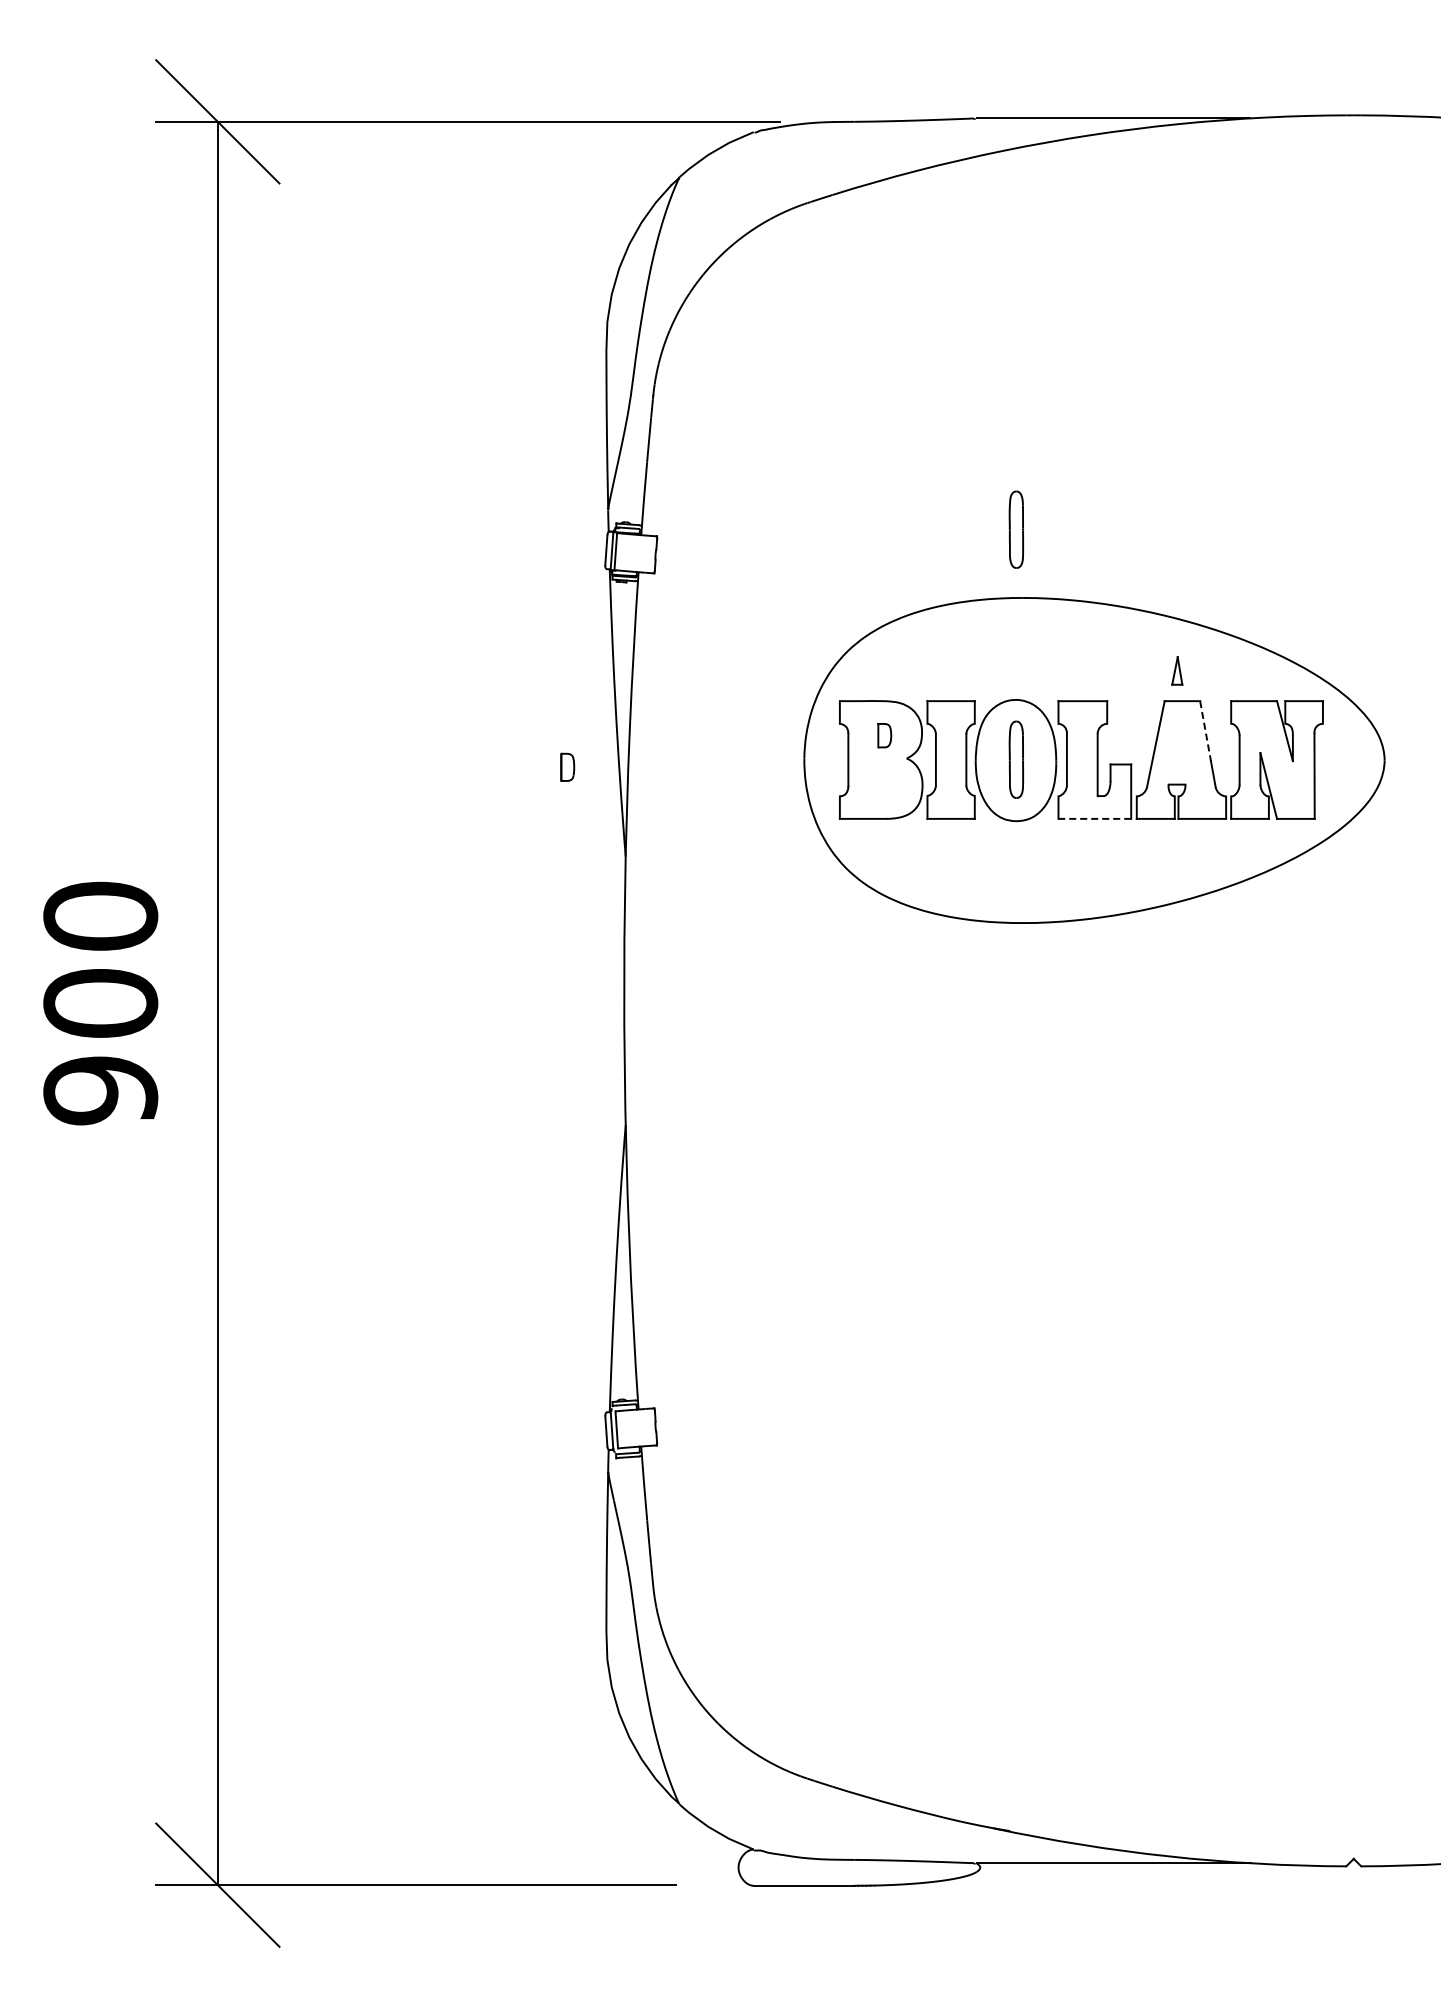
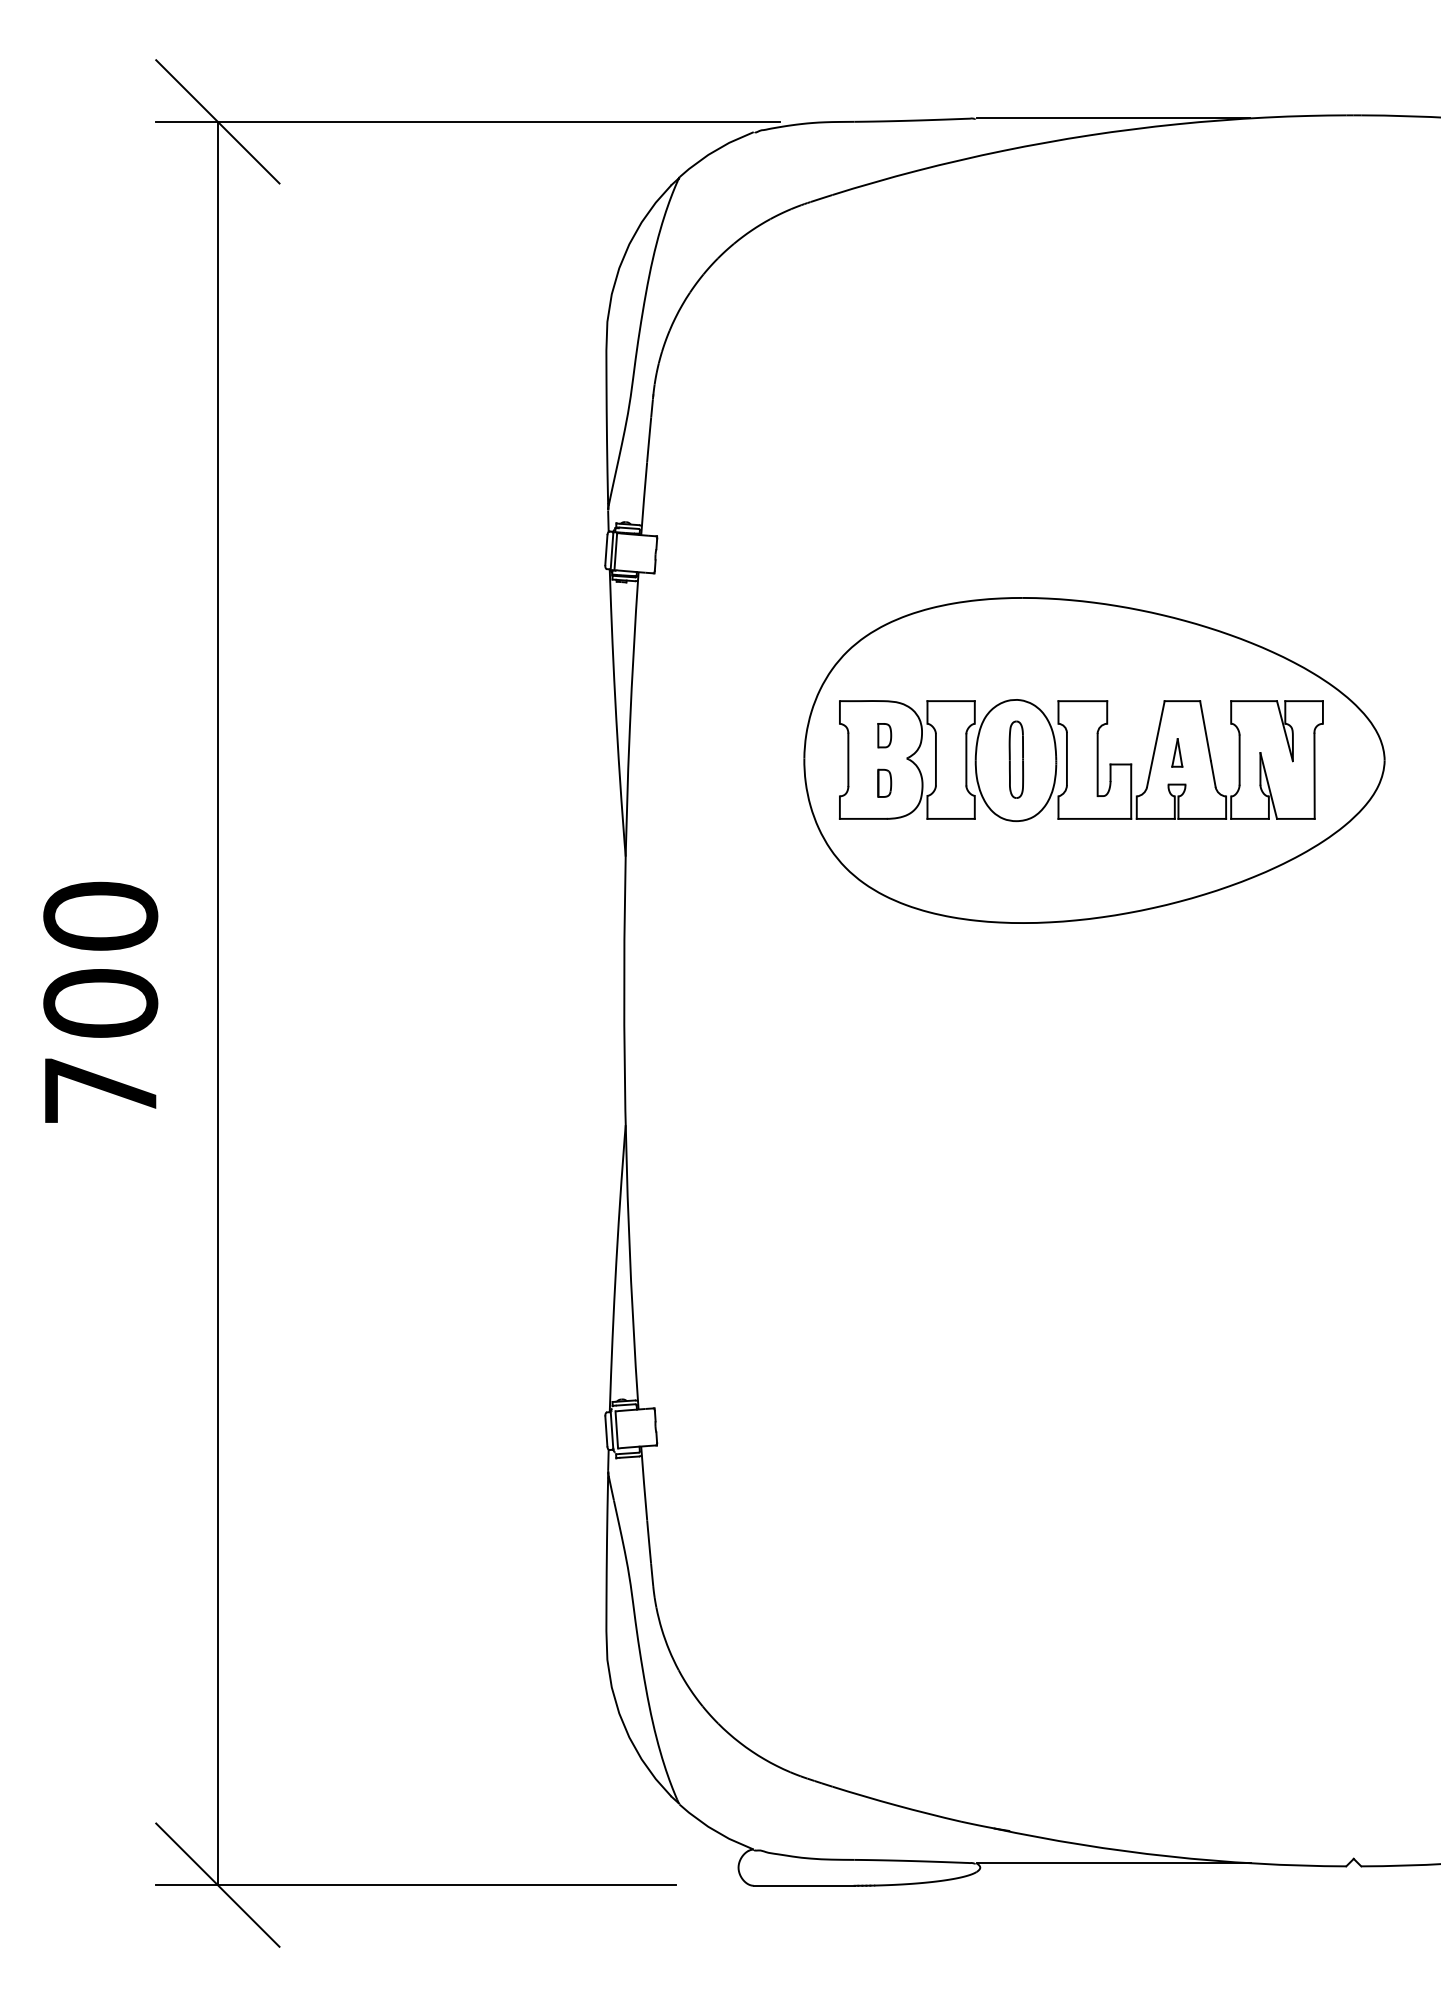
part at (1016, 529): present -> none
part at (1177, 670) position: (1177, 670) -> (1177, 752)
line at (1205, 731): dashed -> solid
part at (567, 766) position: (567, 766) -> (884, 782)
line at (1094, 818): dashed -> solid
text at (100, 1090): 900 -> 700
